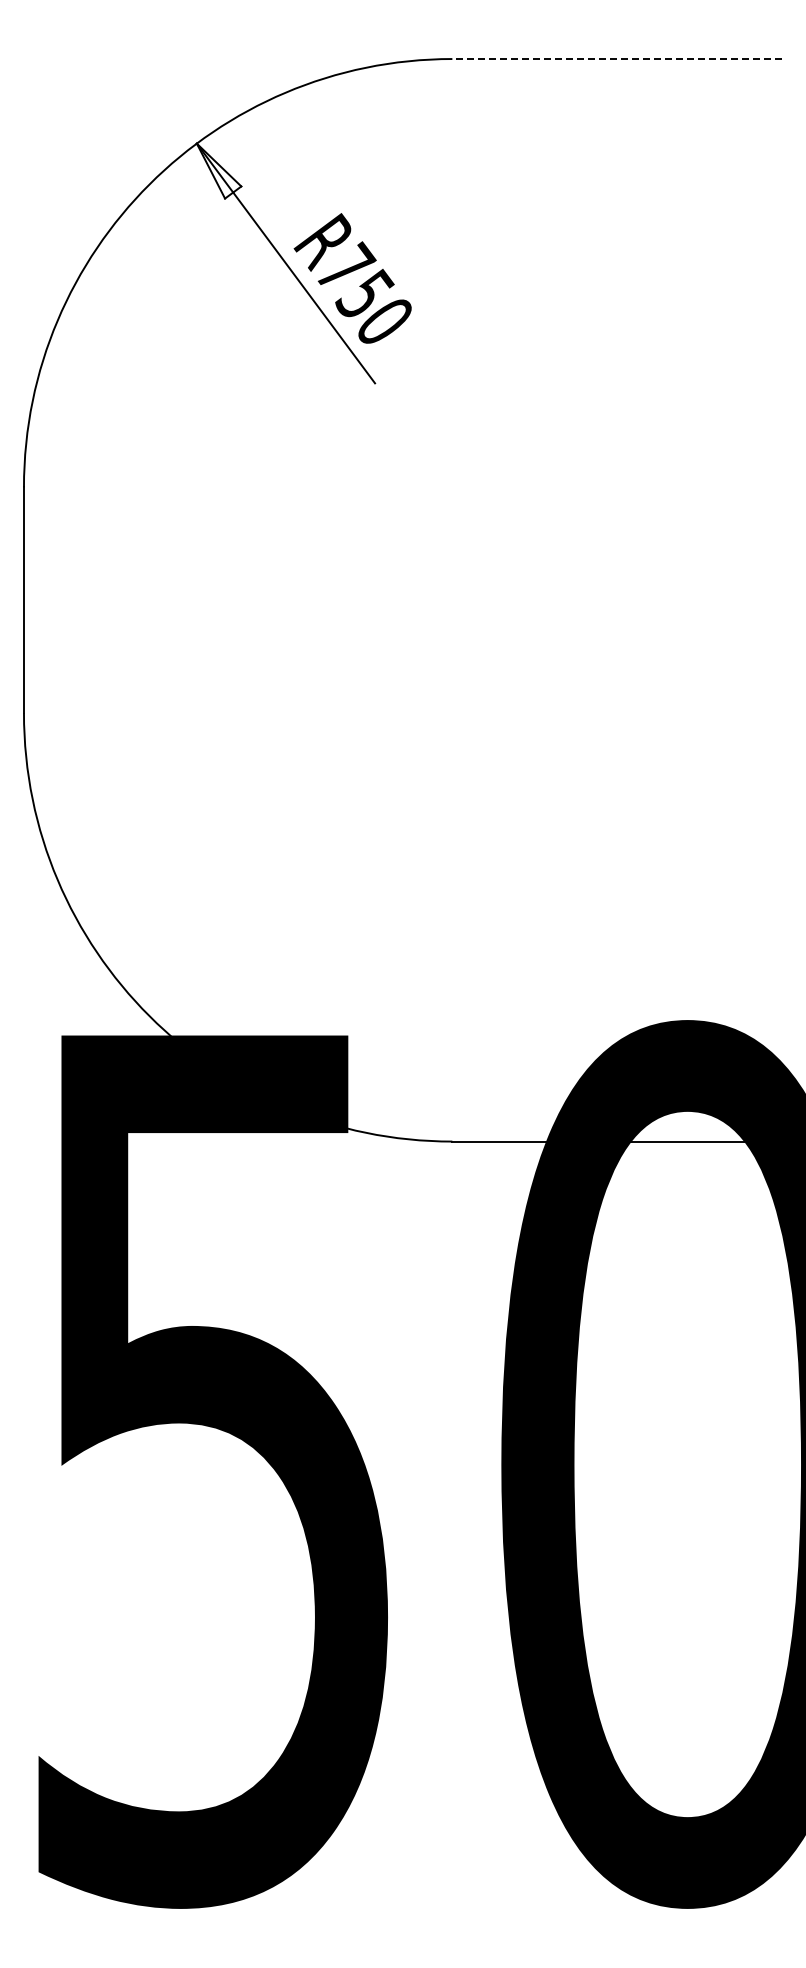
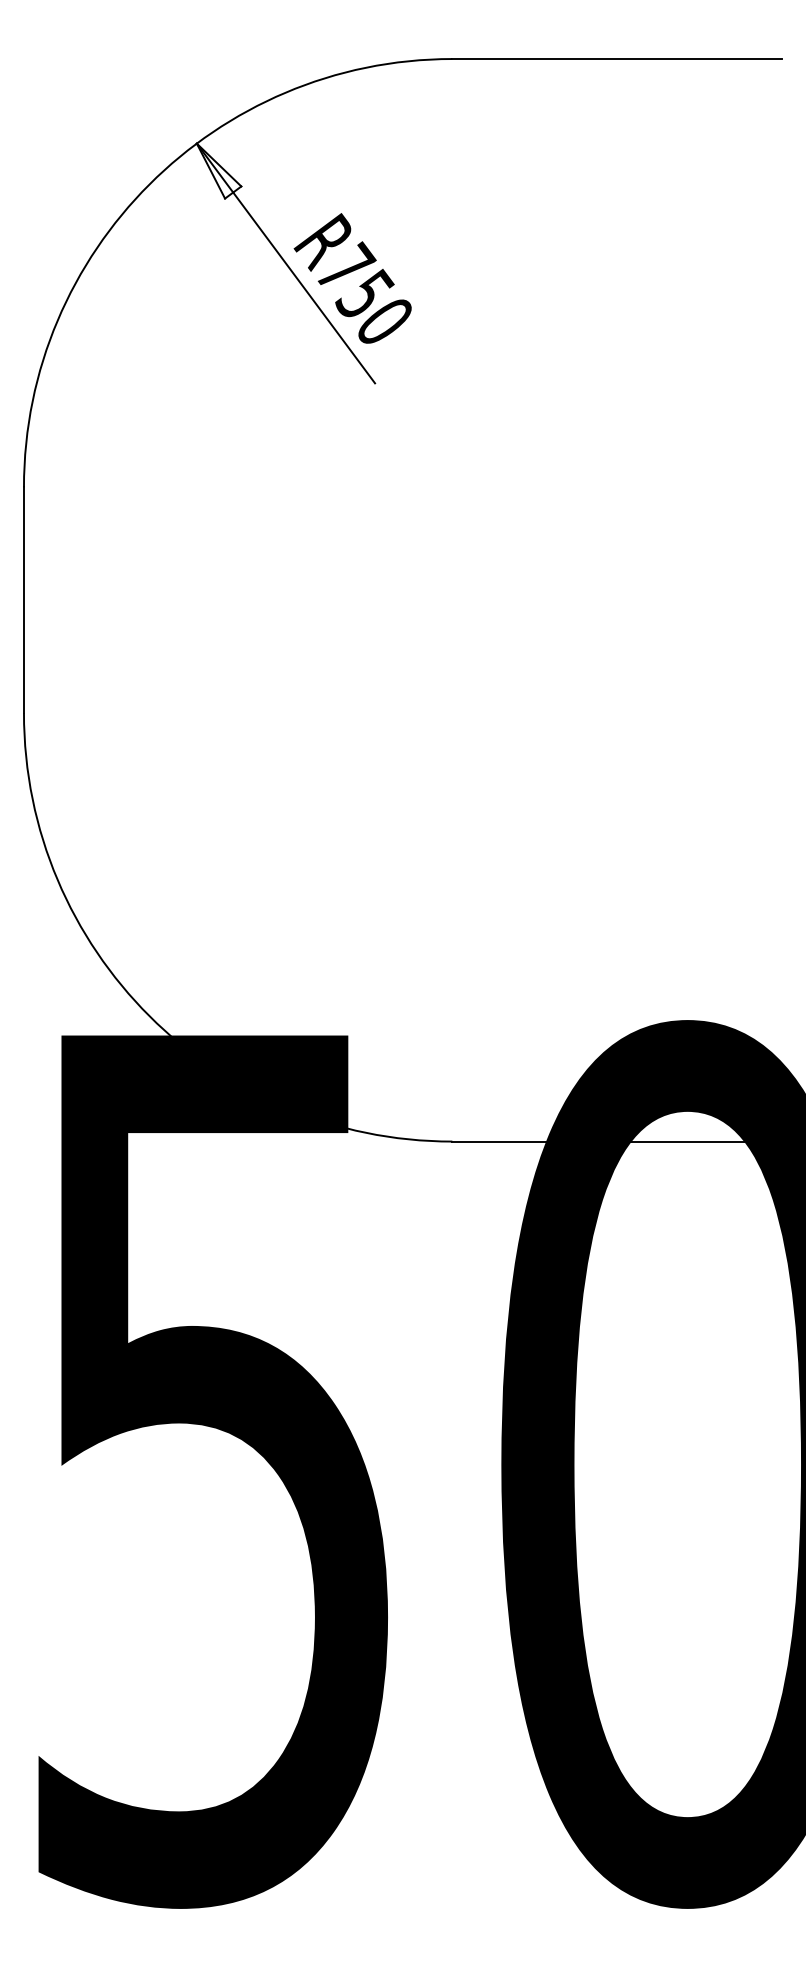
line at (617, 59): dashed -> solid
